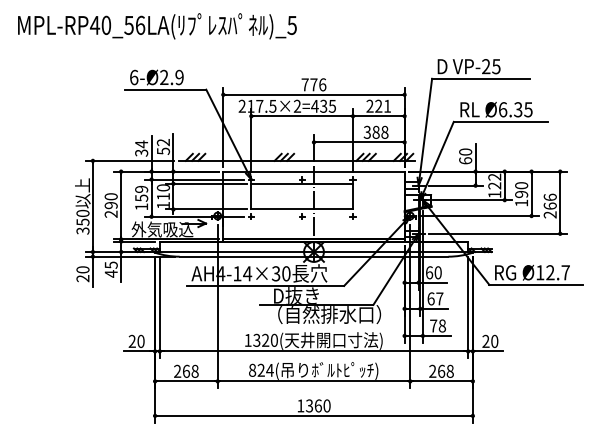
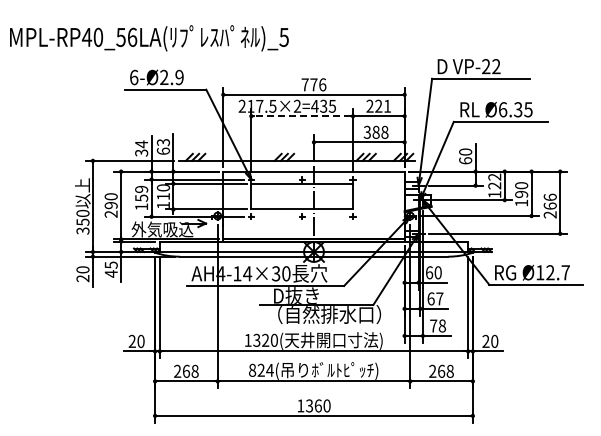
text at (157, 26) position: (157, 26) -> (149, 38)
text at (496, 66): VP-25 -> VP-22
line at (301, 116): solid -> dashed
text at (163, 146): 52 -> 63
